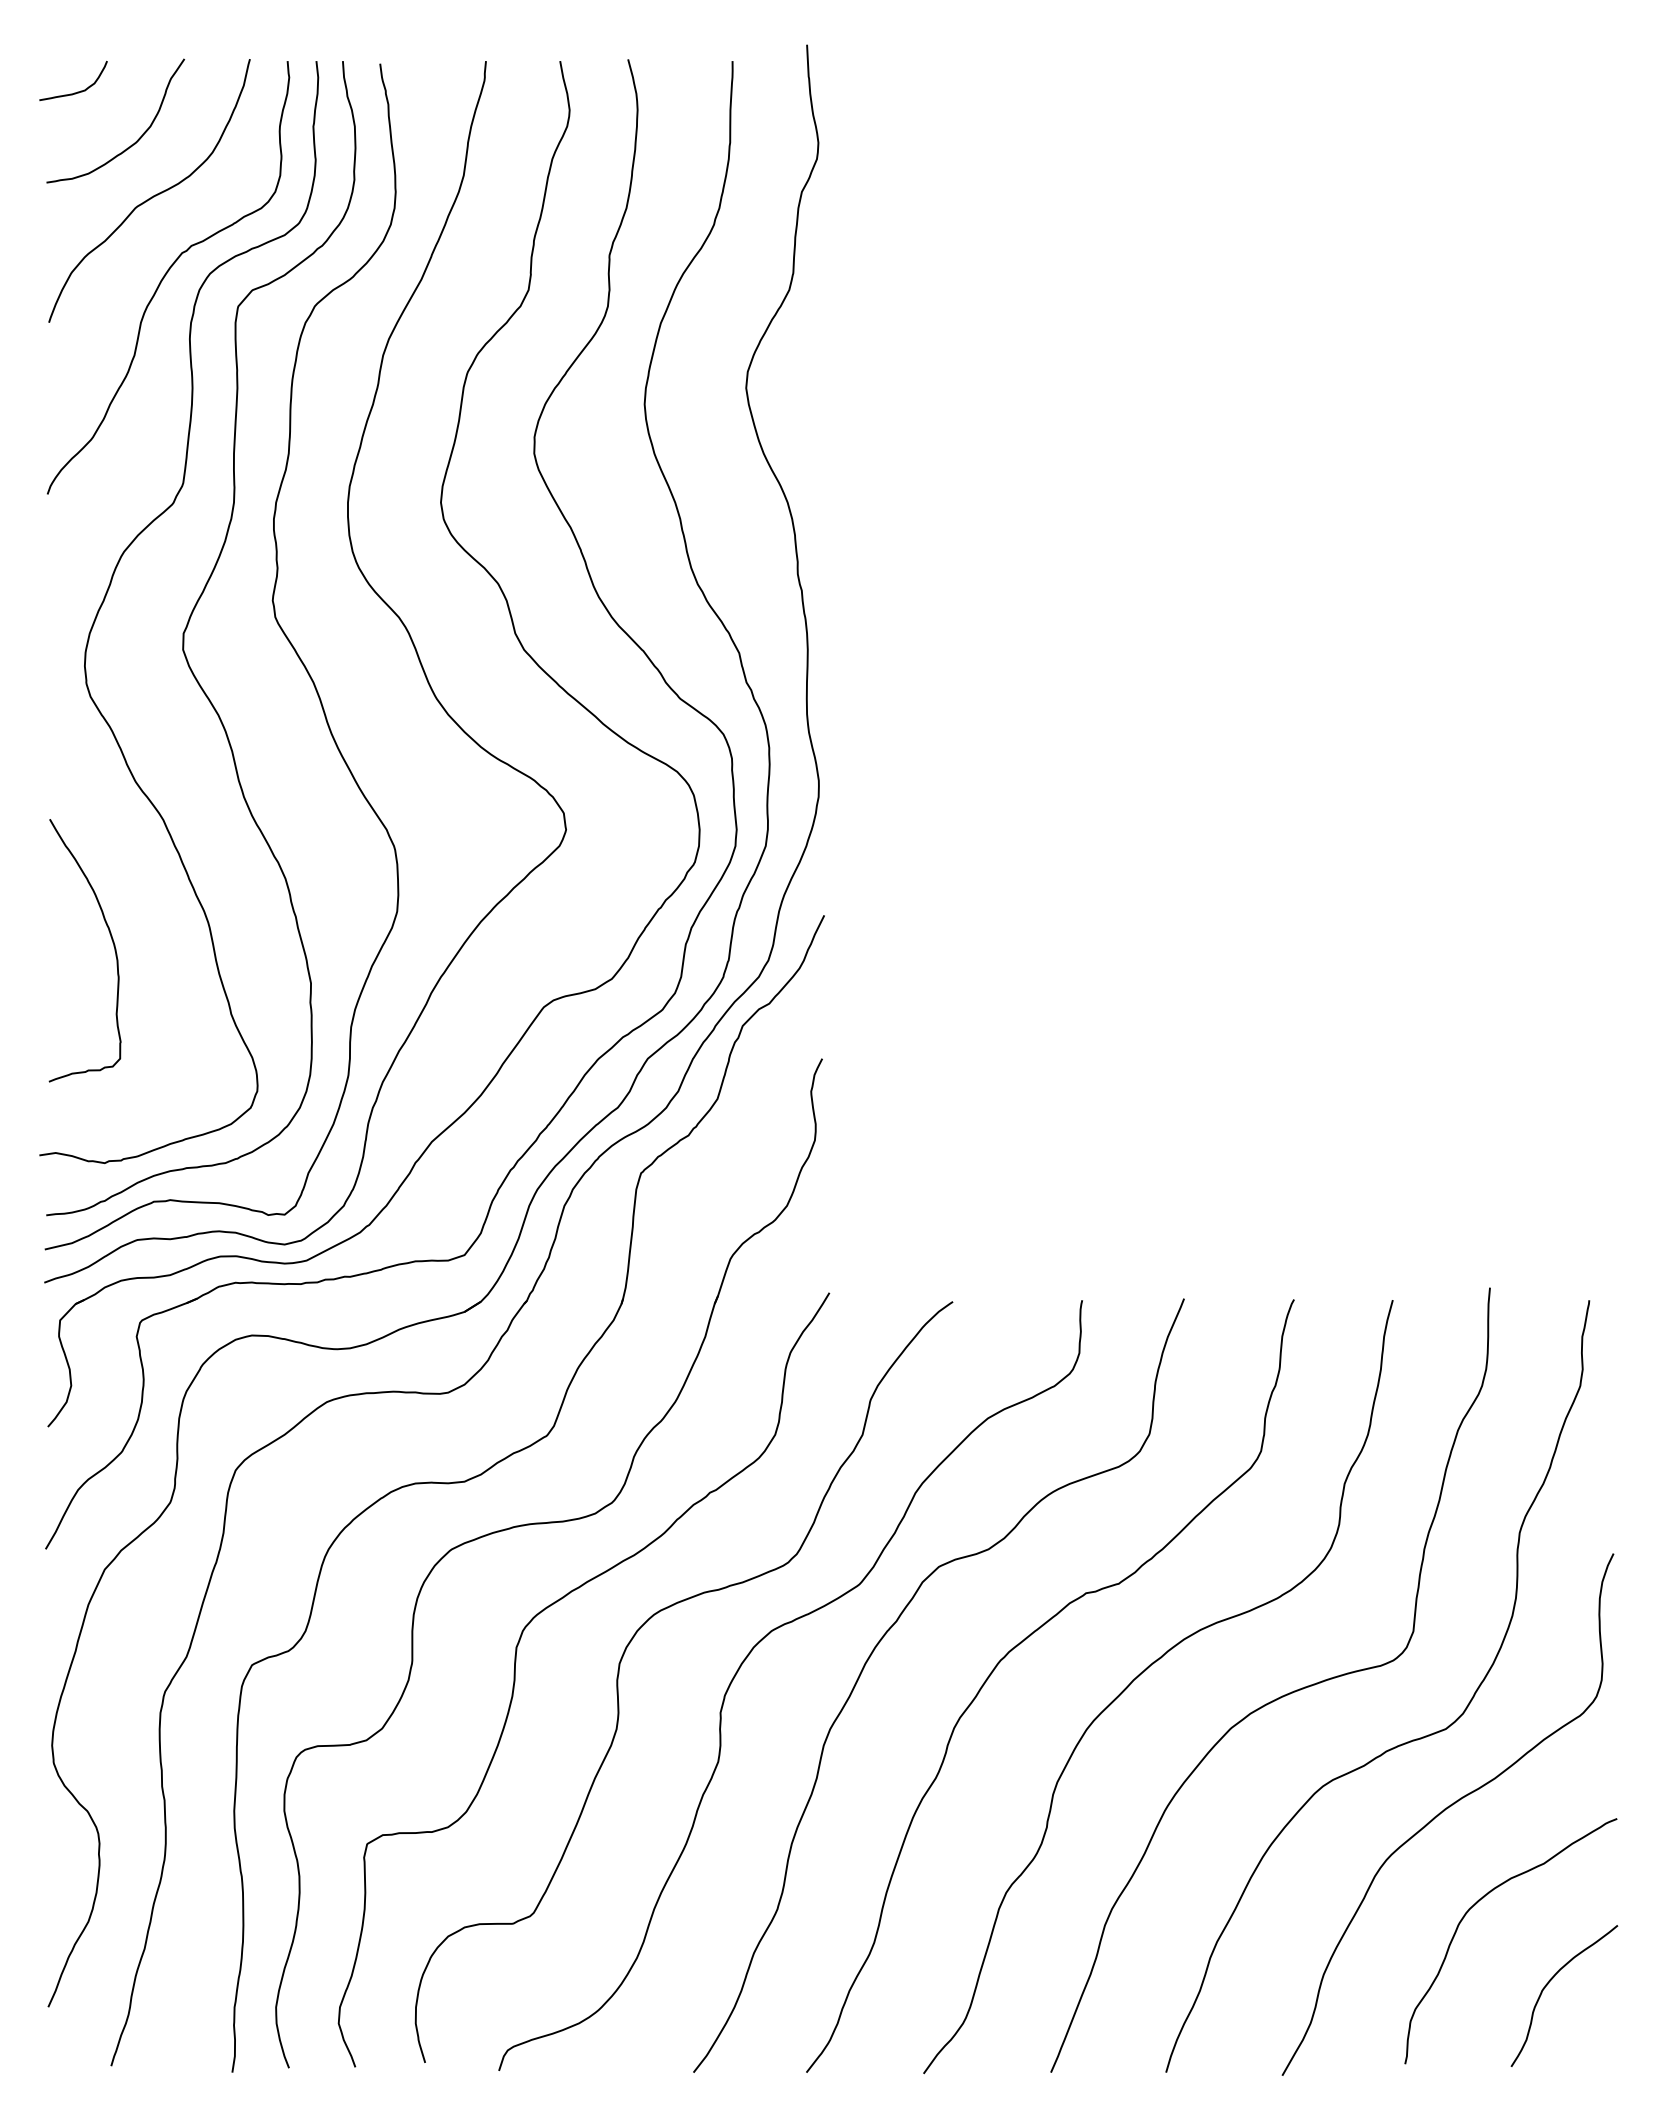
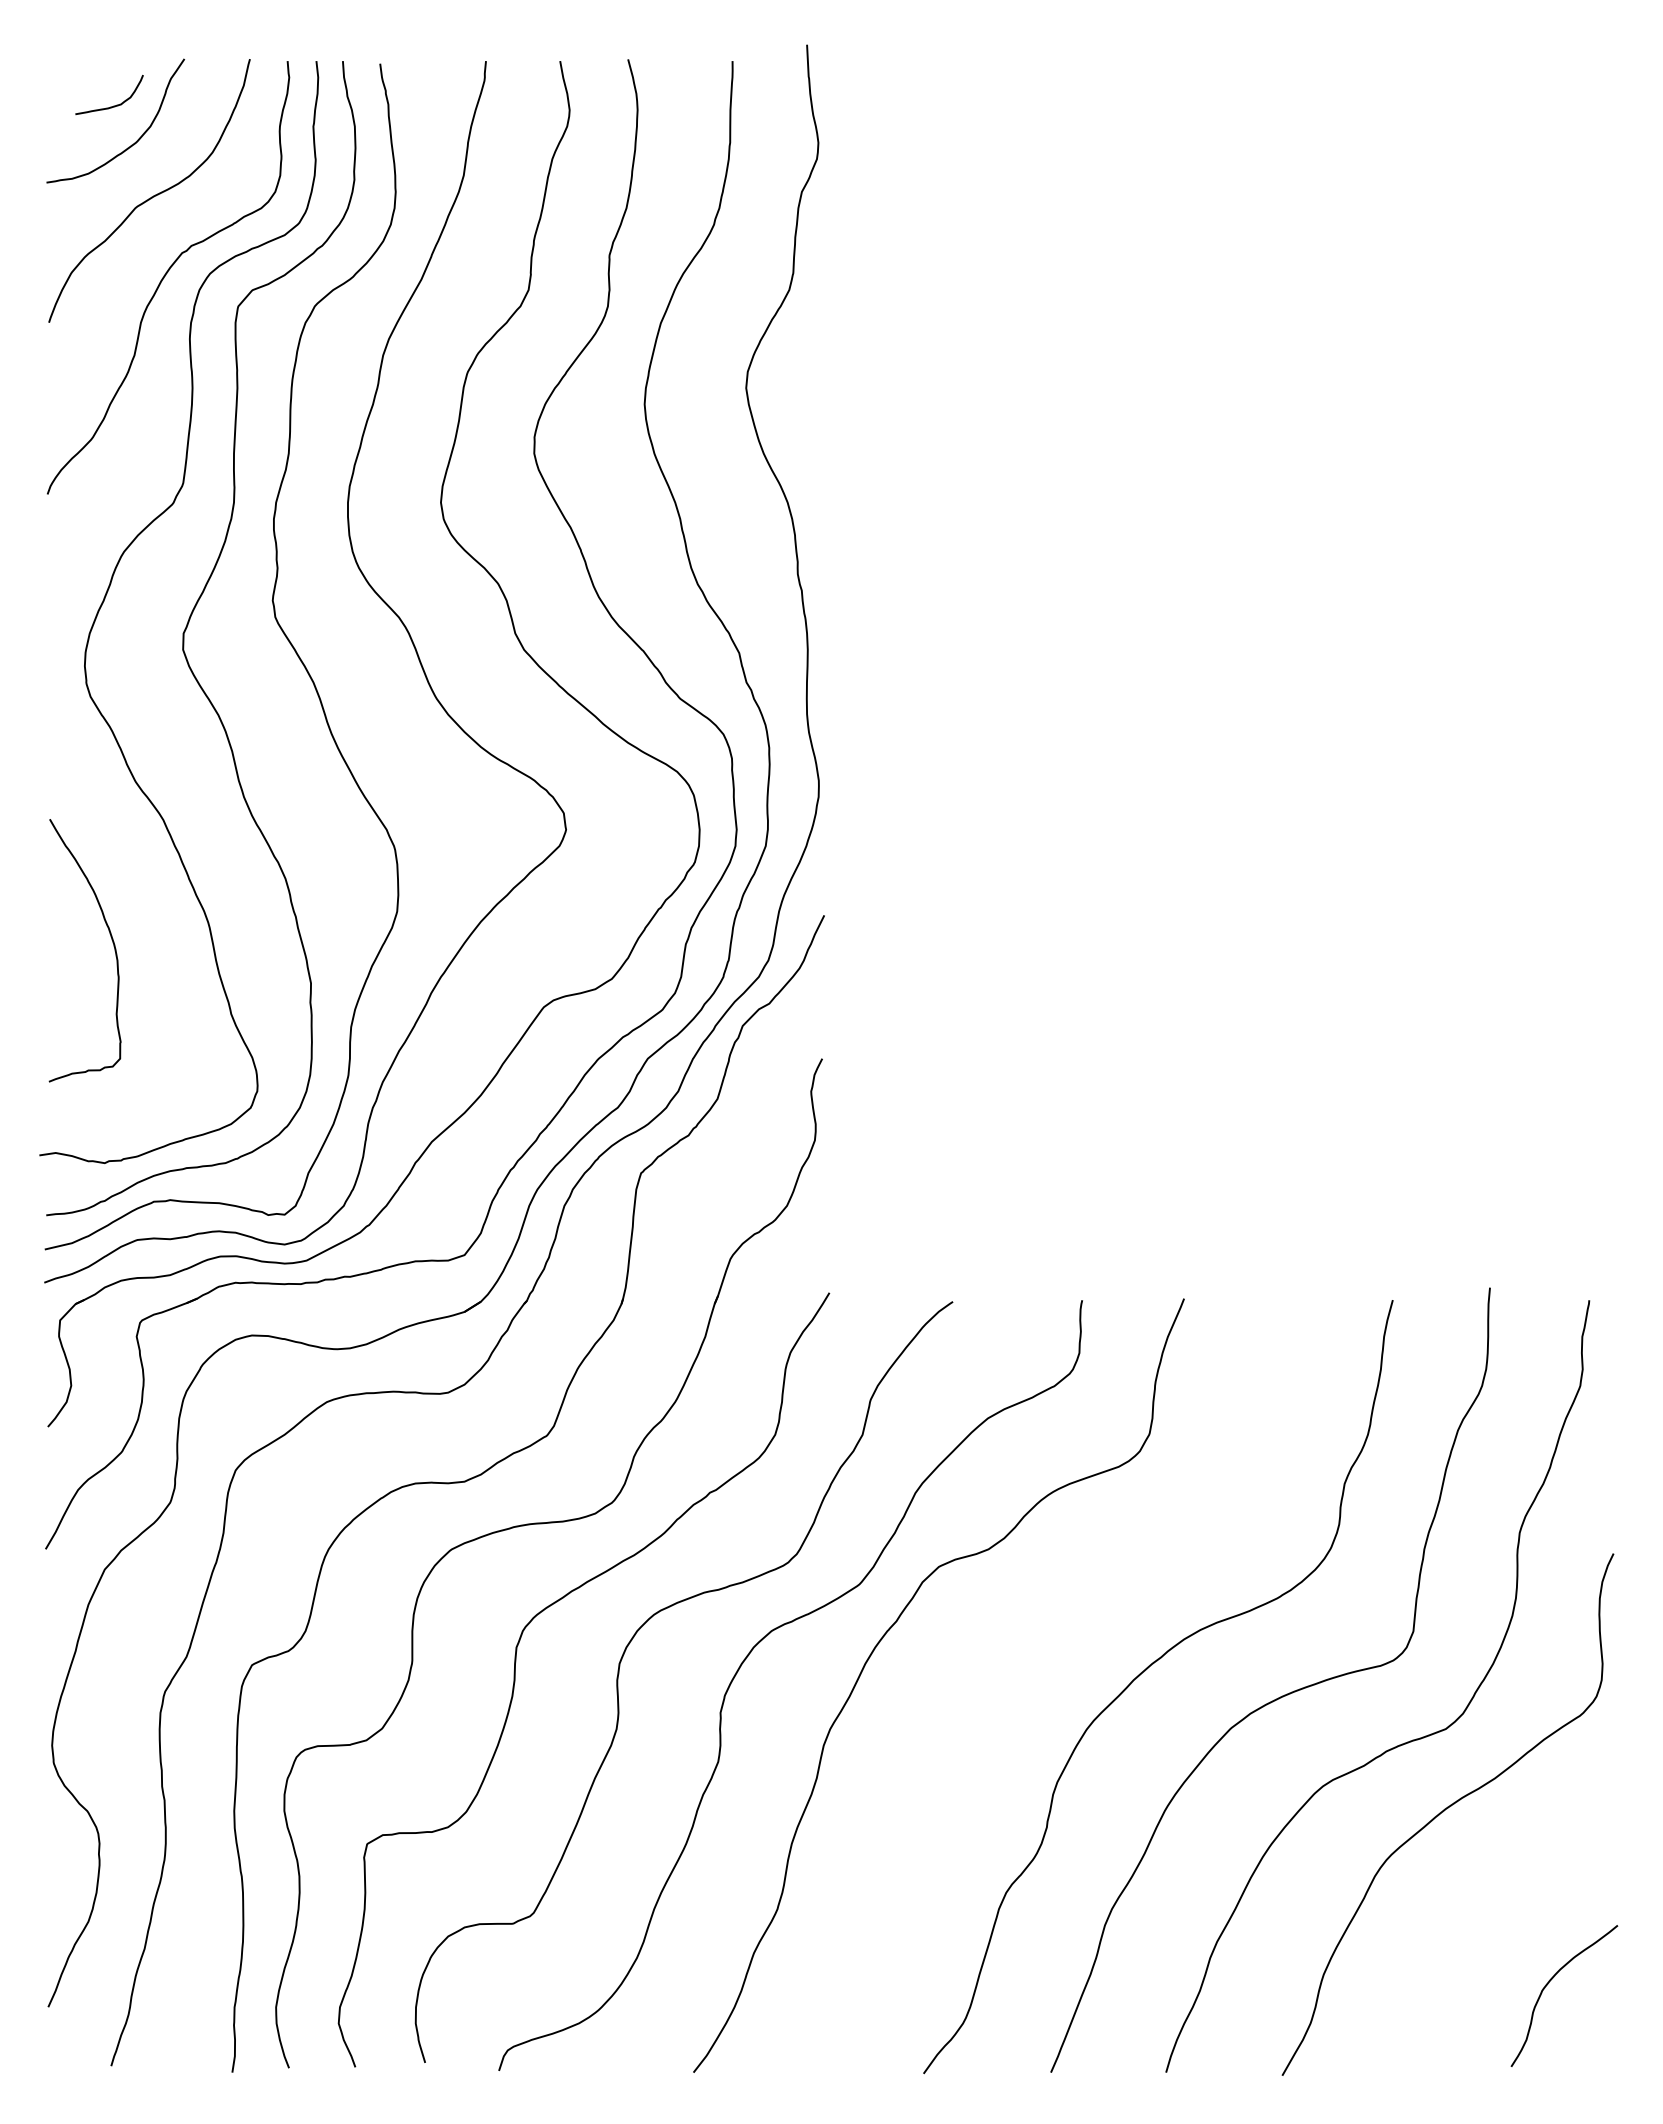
curve at (77, 91) position: (77, 91) -> (113, 105)
curve at (1020, 1644): present -> none
curve at (1475, 1905): present -> none
